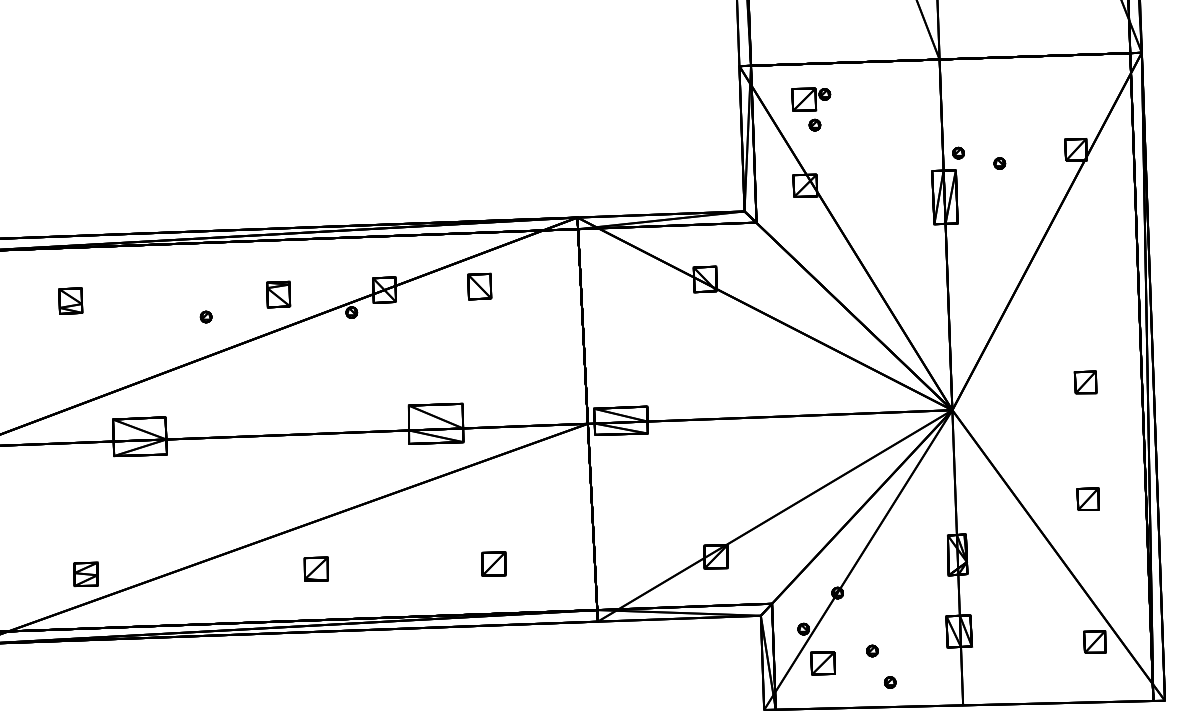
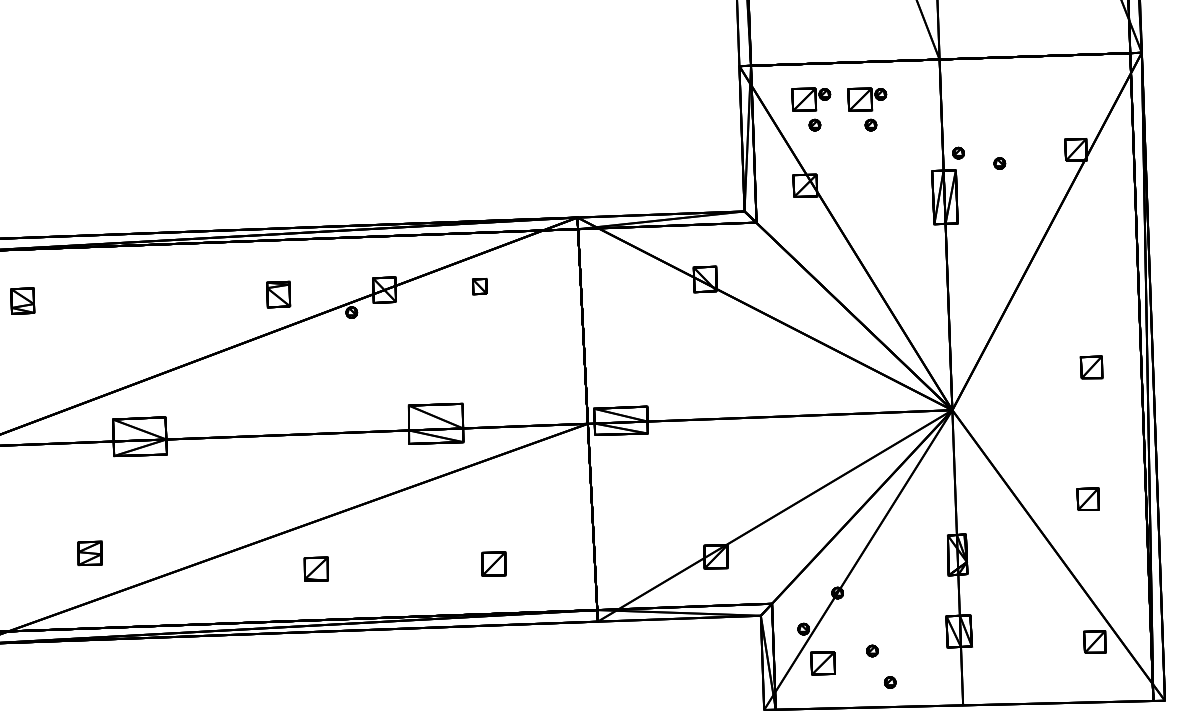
part at (867, 109): none -> present
part at (479, 286) size: 26x29 px -> 16x18 px
part at (70, 300) position: (70, 300) -> (22, 300)
part at (205, 316): present -> none
part at (1085, 382) position: (1085, 382) -> (1091, 367)
part at (85, 574) position: (85, 574) -> (89, 553)
